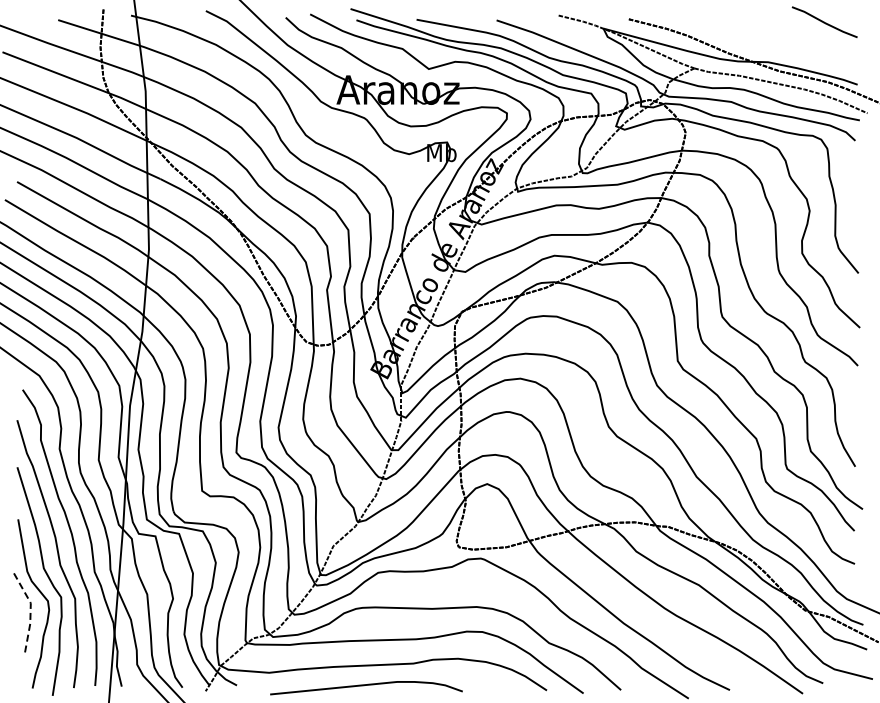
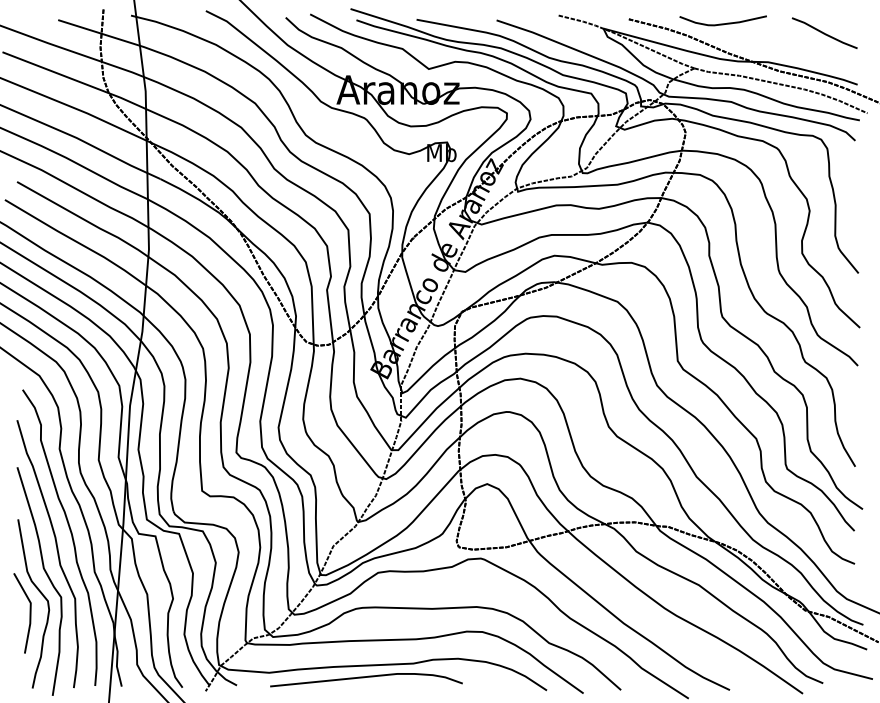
line at (824, 21) position: (824, 21) -> (824, 32)
curve at (722, 23): none -> present
line at (30, 611): dashed -> solid
curve at (364, 686) position: (364, 686) -> (364, 678)
